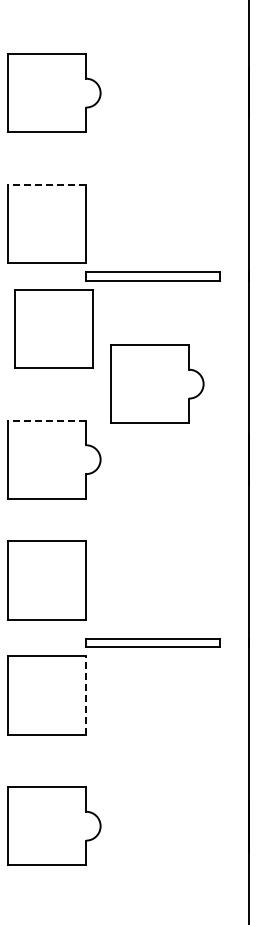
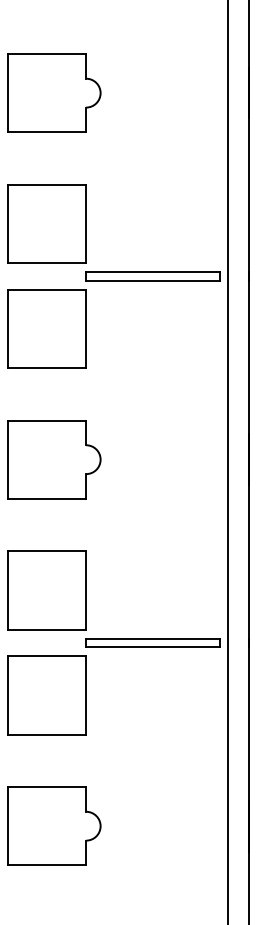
line at (46, 184): dashed -> solid
part at (53, 328) position: (53, 328) -> (46, 328)
part at (157, 383): present -> none
line at (46, 420): dashed -> solid
line at (228, 461): none -> present
part at (46, 580) position: (46, 580) -> (46, 590)
line at (86, 694): dashed -> solid
